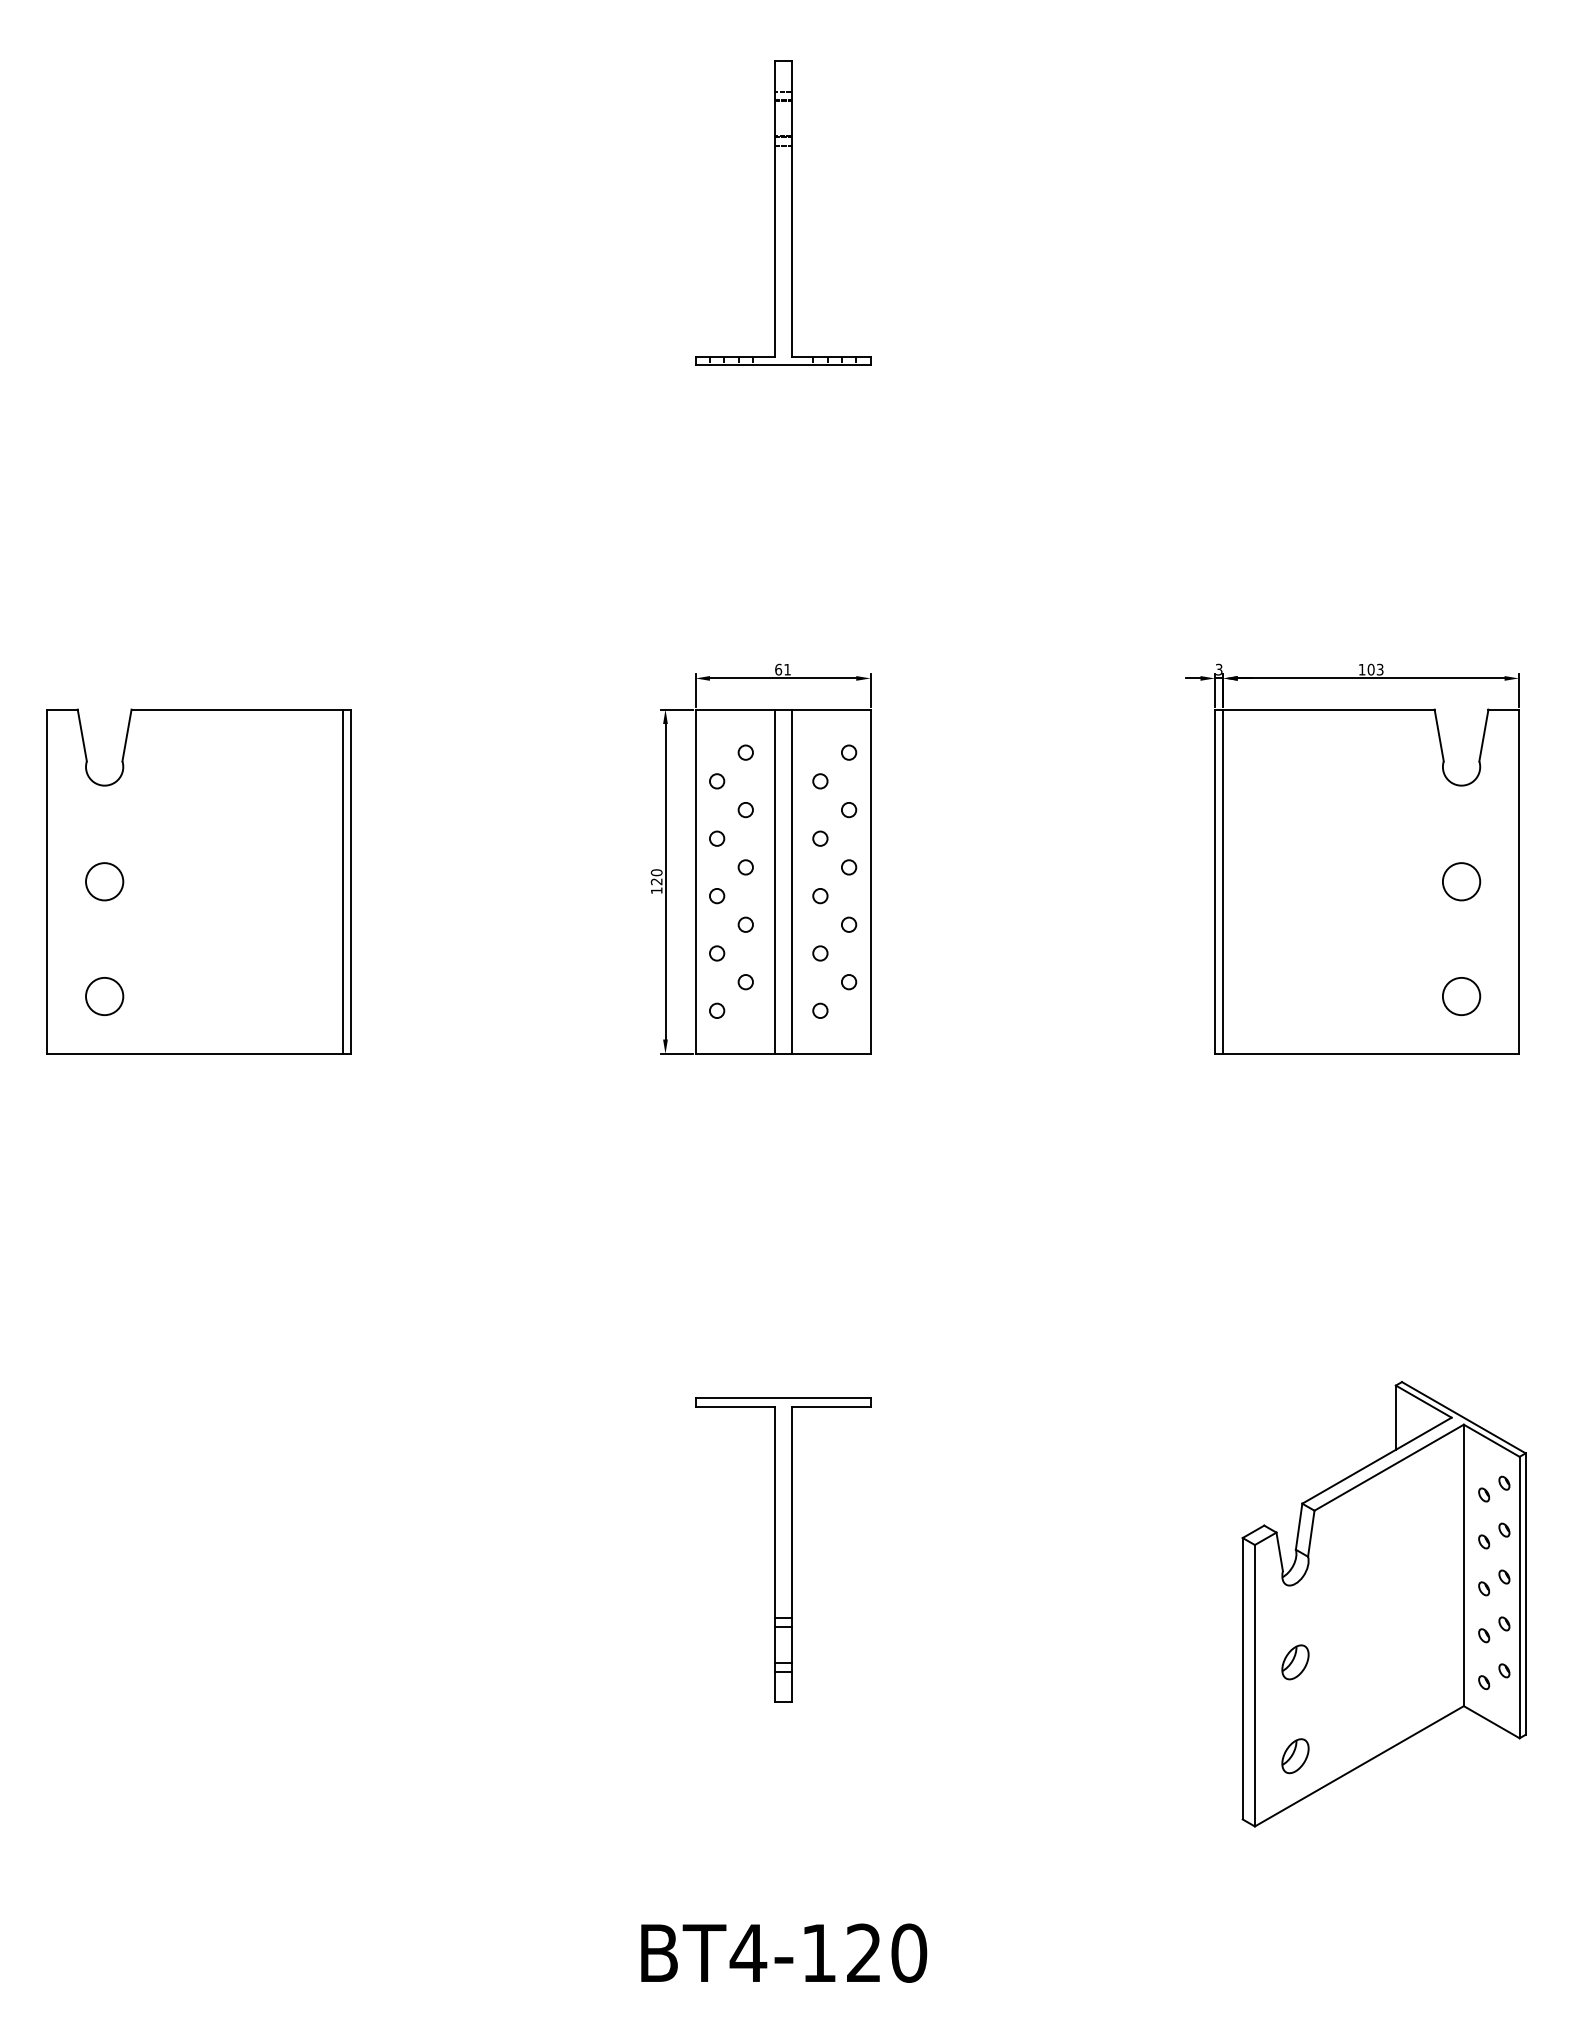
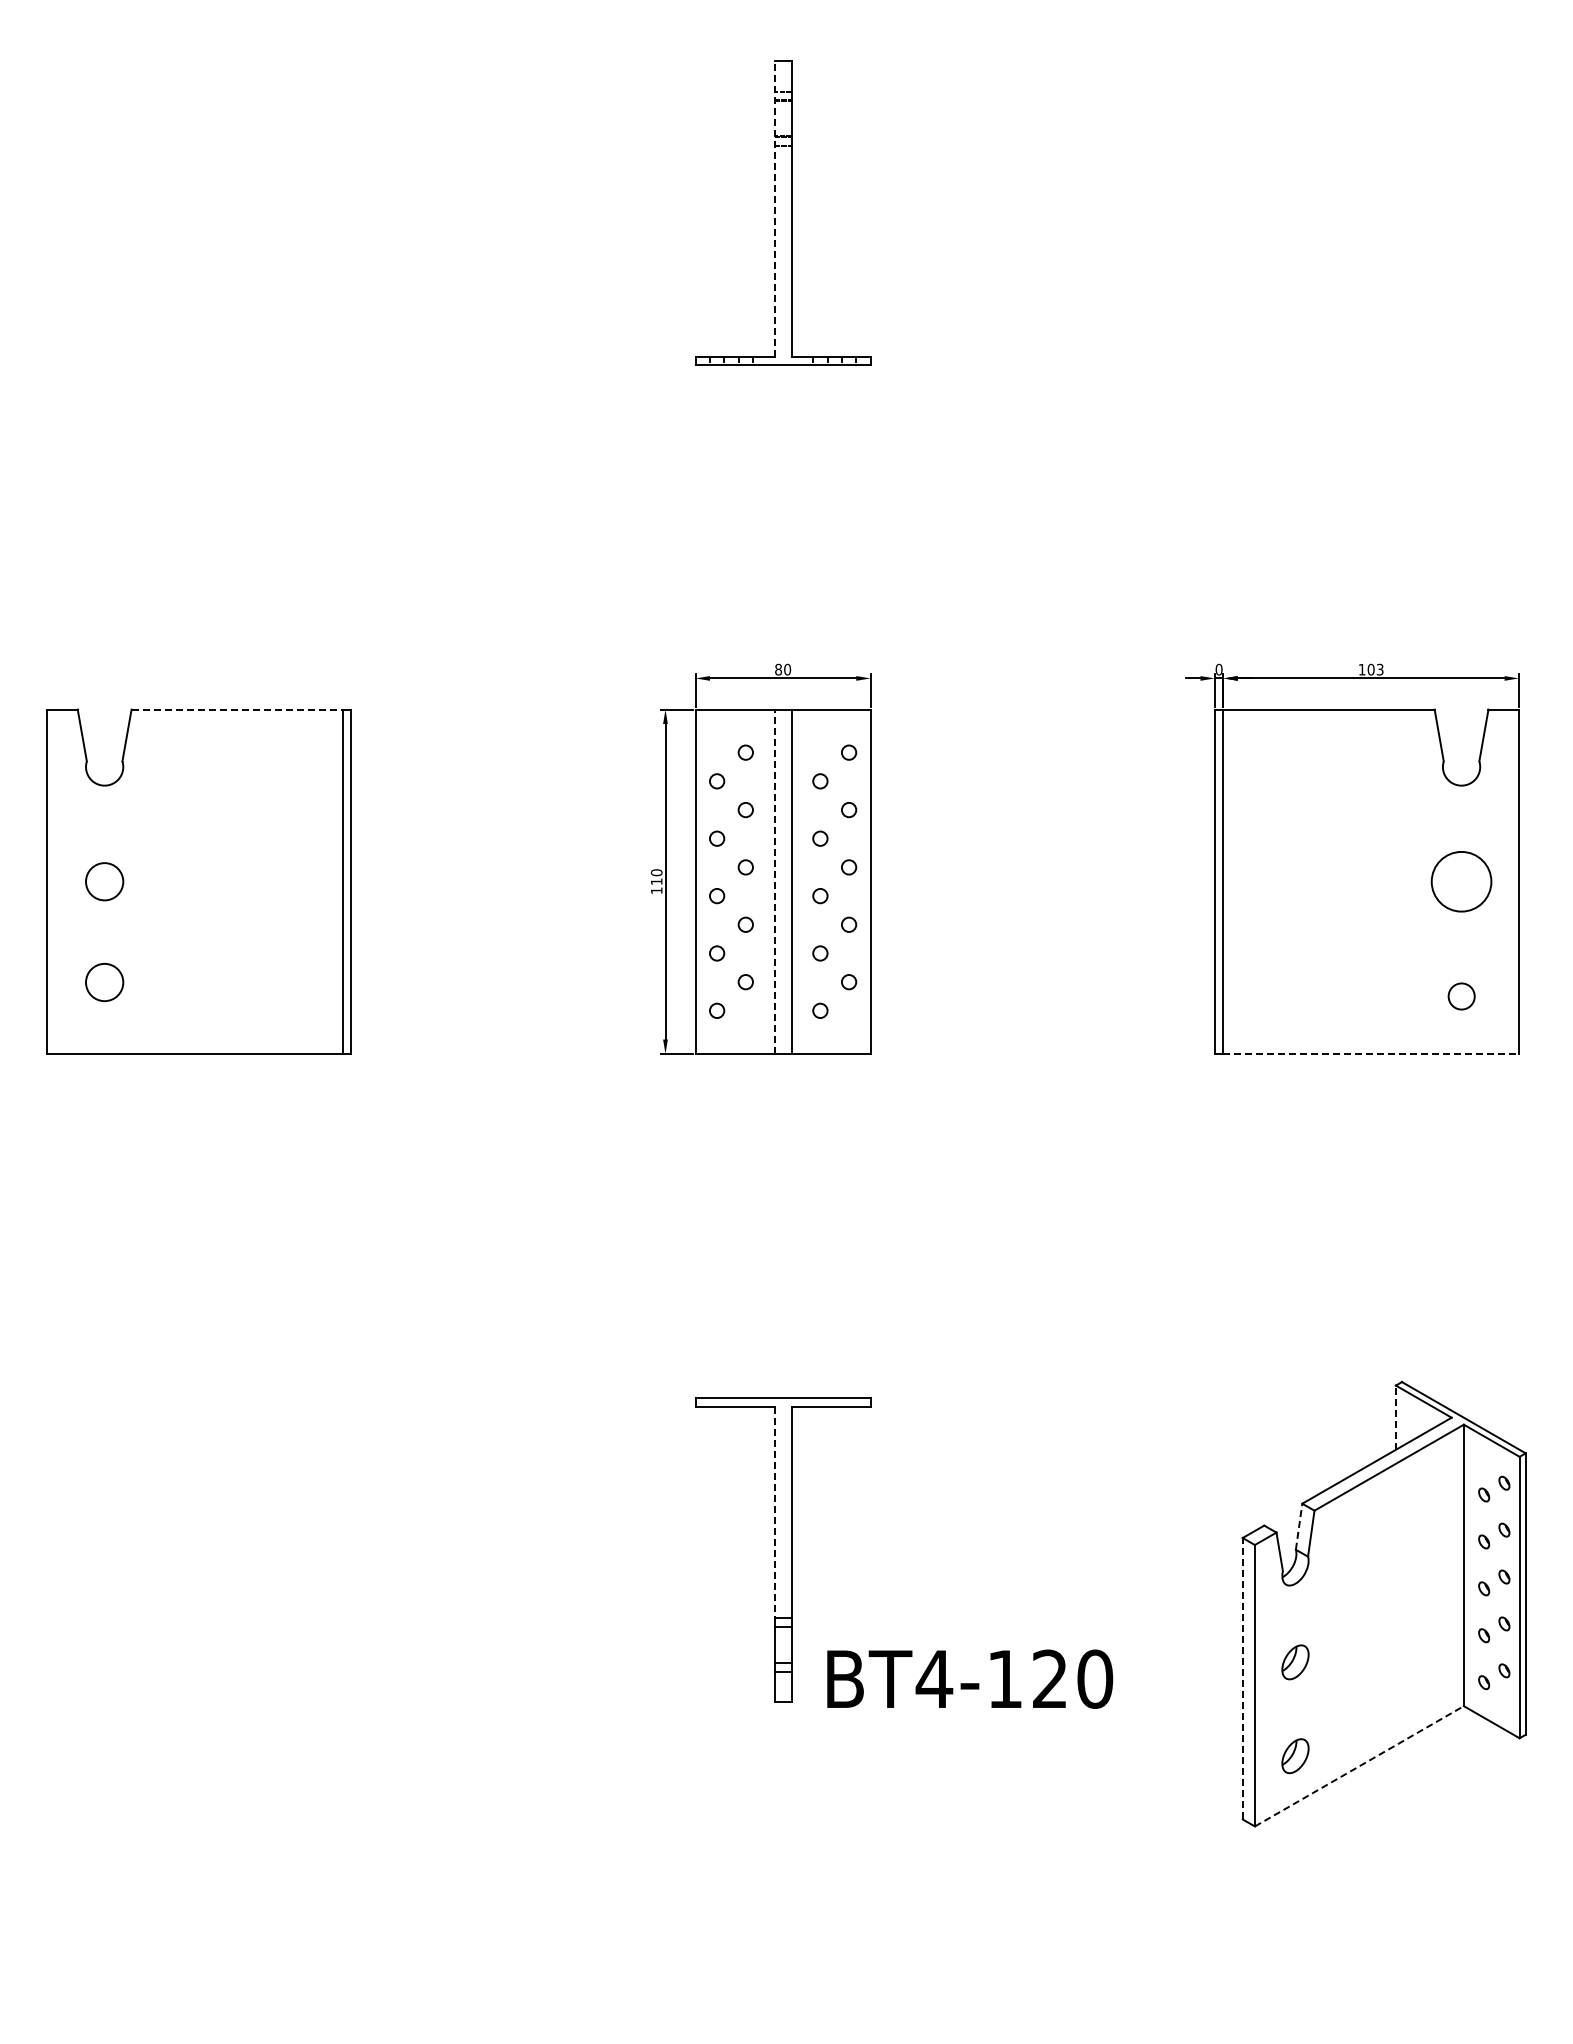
line at (774, 209): solid -> dashed
text at (783, 669): 61 -> 80
text at (1218, 669): 3 -> 0
line at (237, 709): solid -> dashed
text at (656, 881): 120 -> 110
line at (774, 881): solid -> dashed
circle at (1461, 881) diameter: 37 px -> 60 px
circle at (104, 996) position: (104, 996) -> (104, 982)
circle at (1461, 996) size: 40x39 px -> 29x29 px
line at (1371, 1053): solid -> dashed
line at (1395, 1417): solid -> dashed
line at (774, 1512): solid -> dashed
line at (1299, 1526): solid -> dashed
line at (1242, 1678): solid -> dashed
line at (1359, 1766): solid -> dashed
text at (784, 1952) position: (784, 1952) -> (970, 1678)
